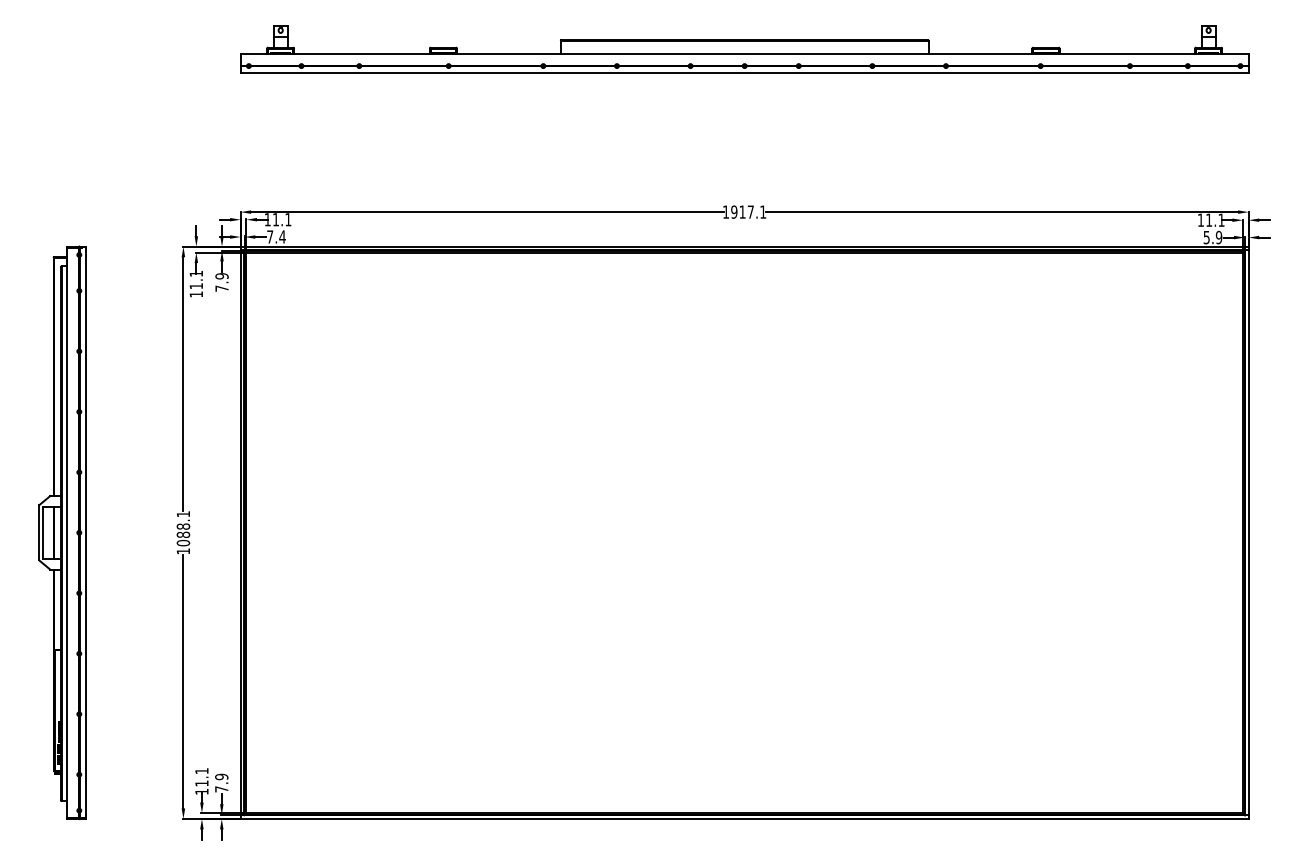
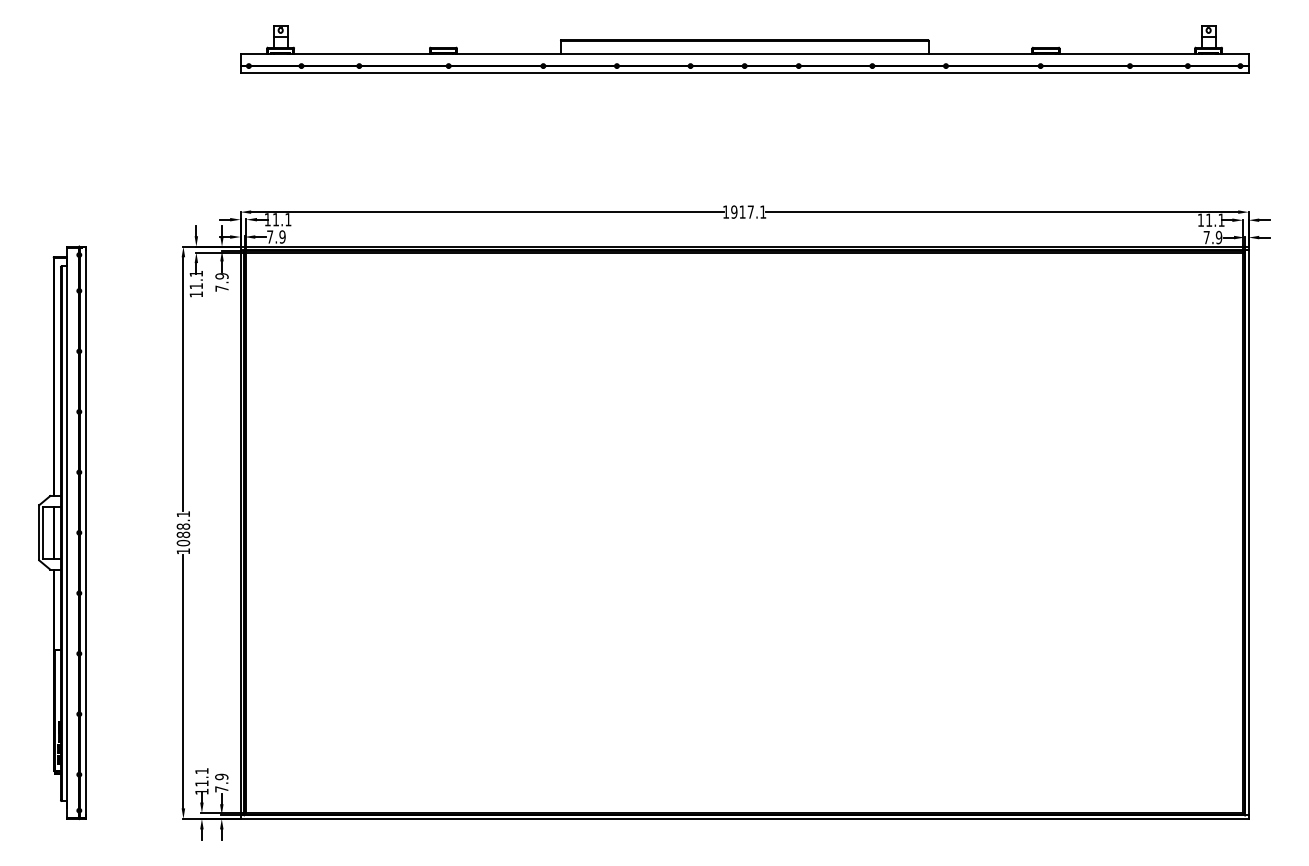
text at (282, 236): 7.4 -> 7.9
text at (1206, 237): 5.9 -> 7.9
